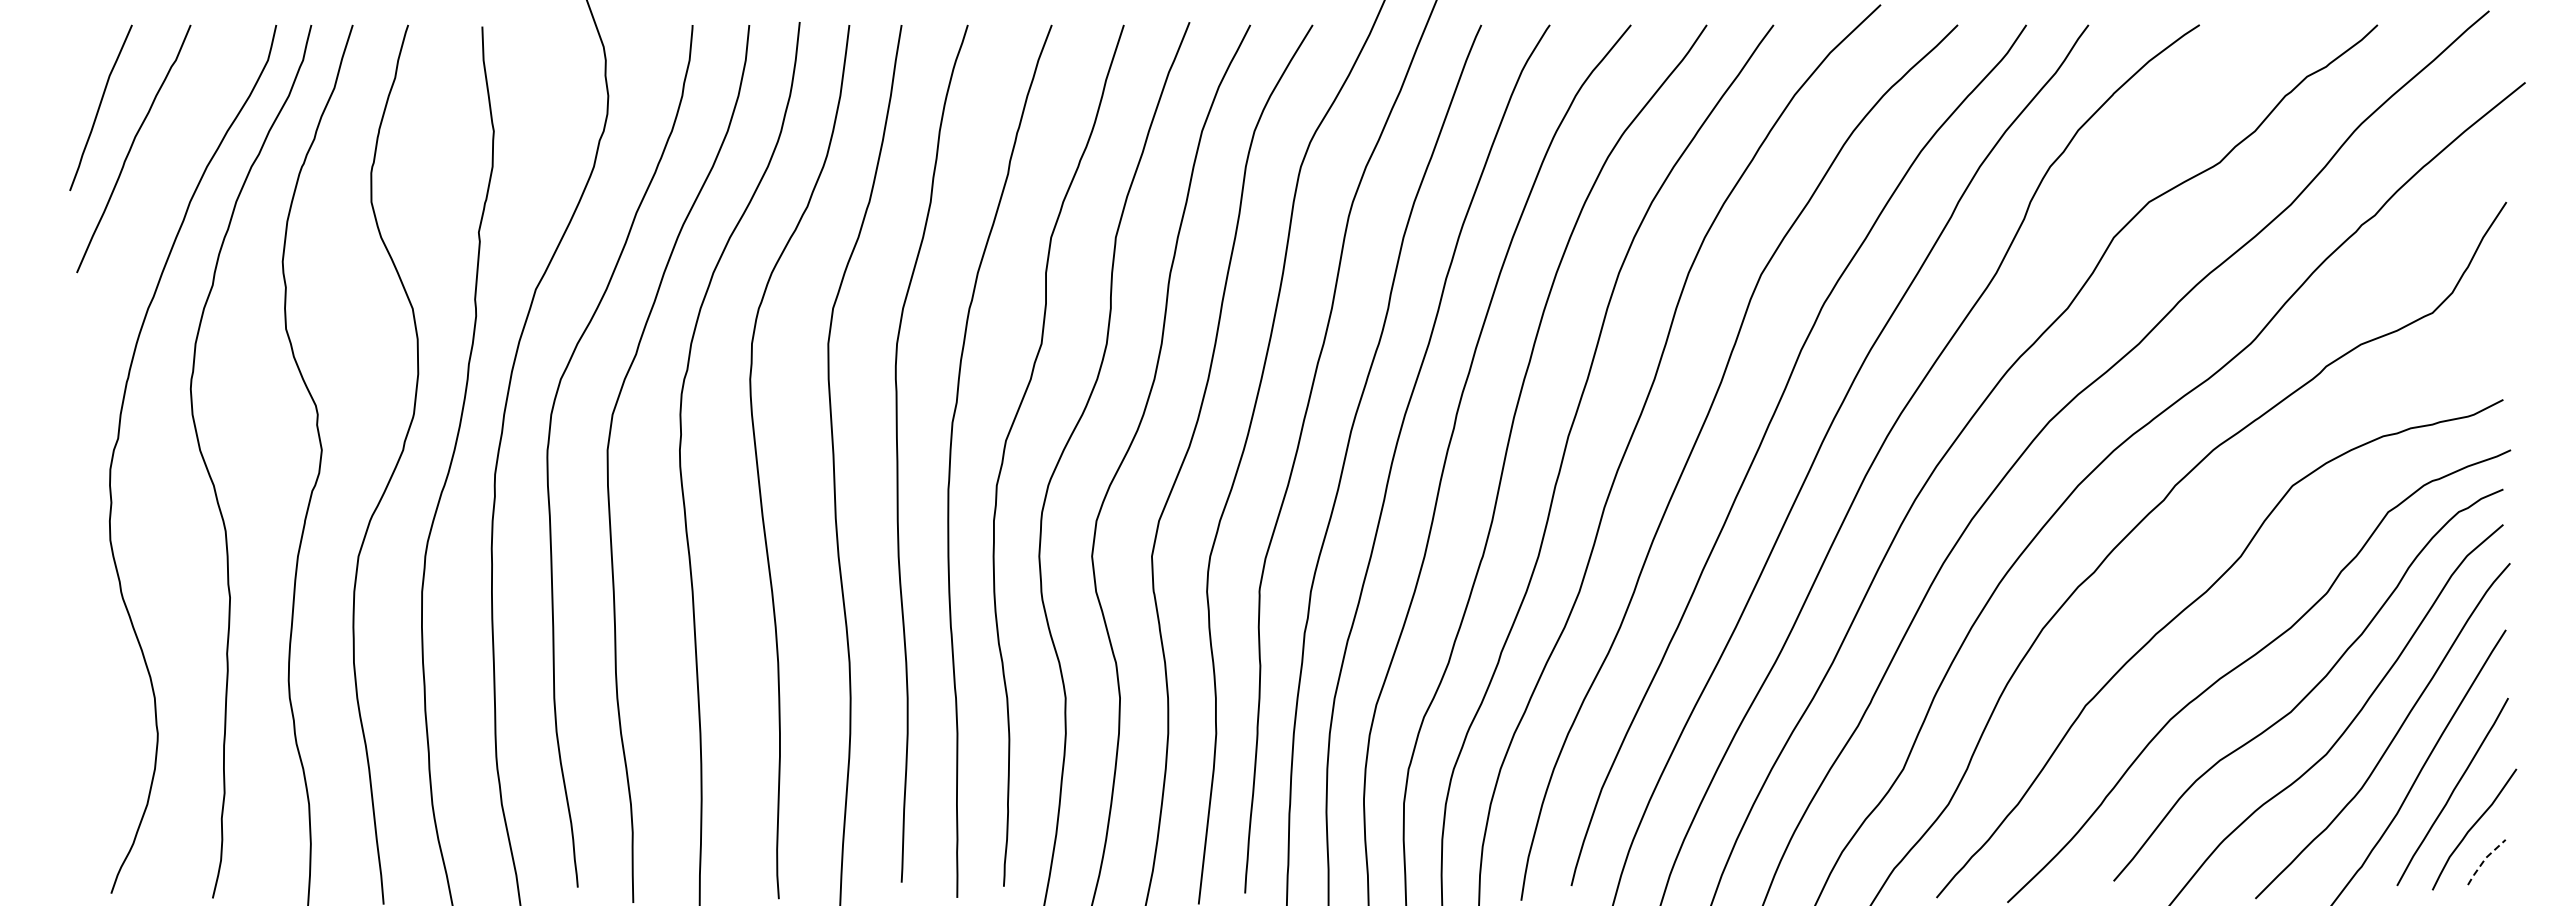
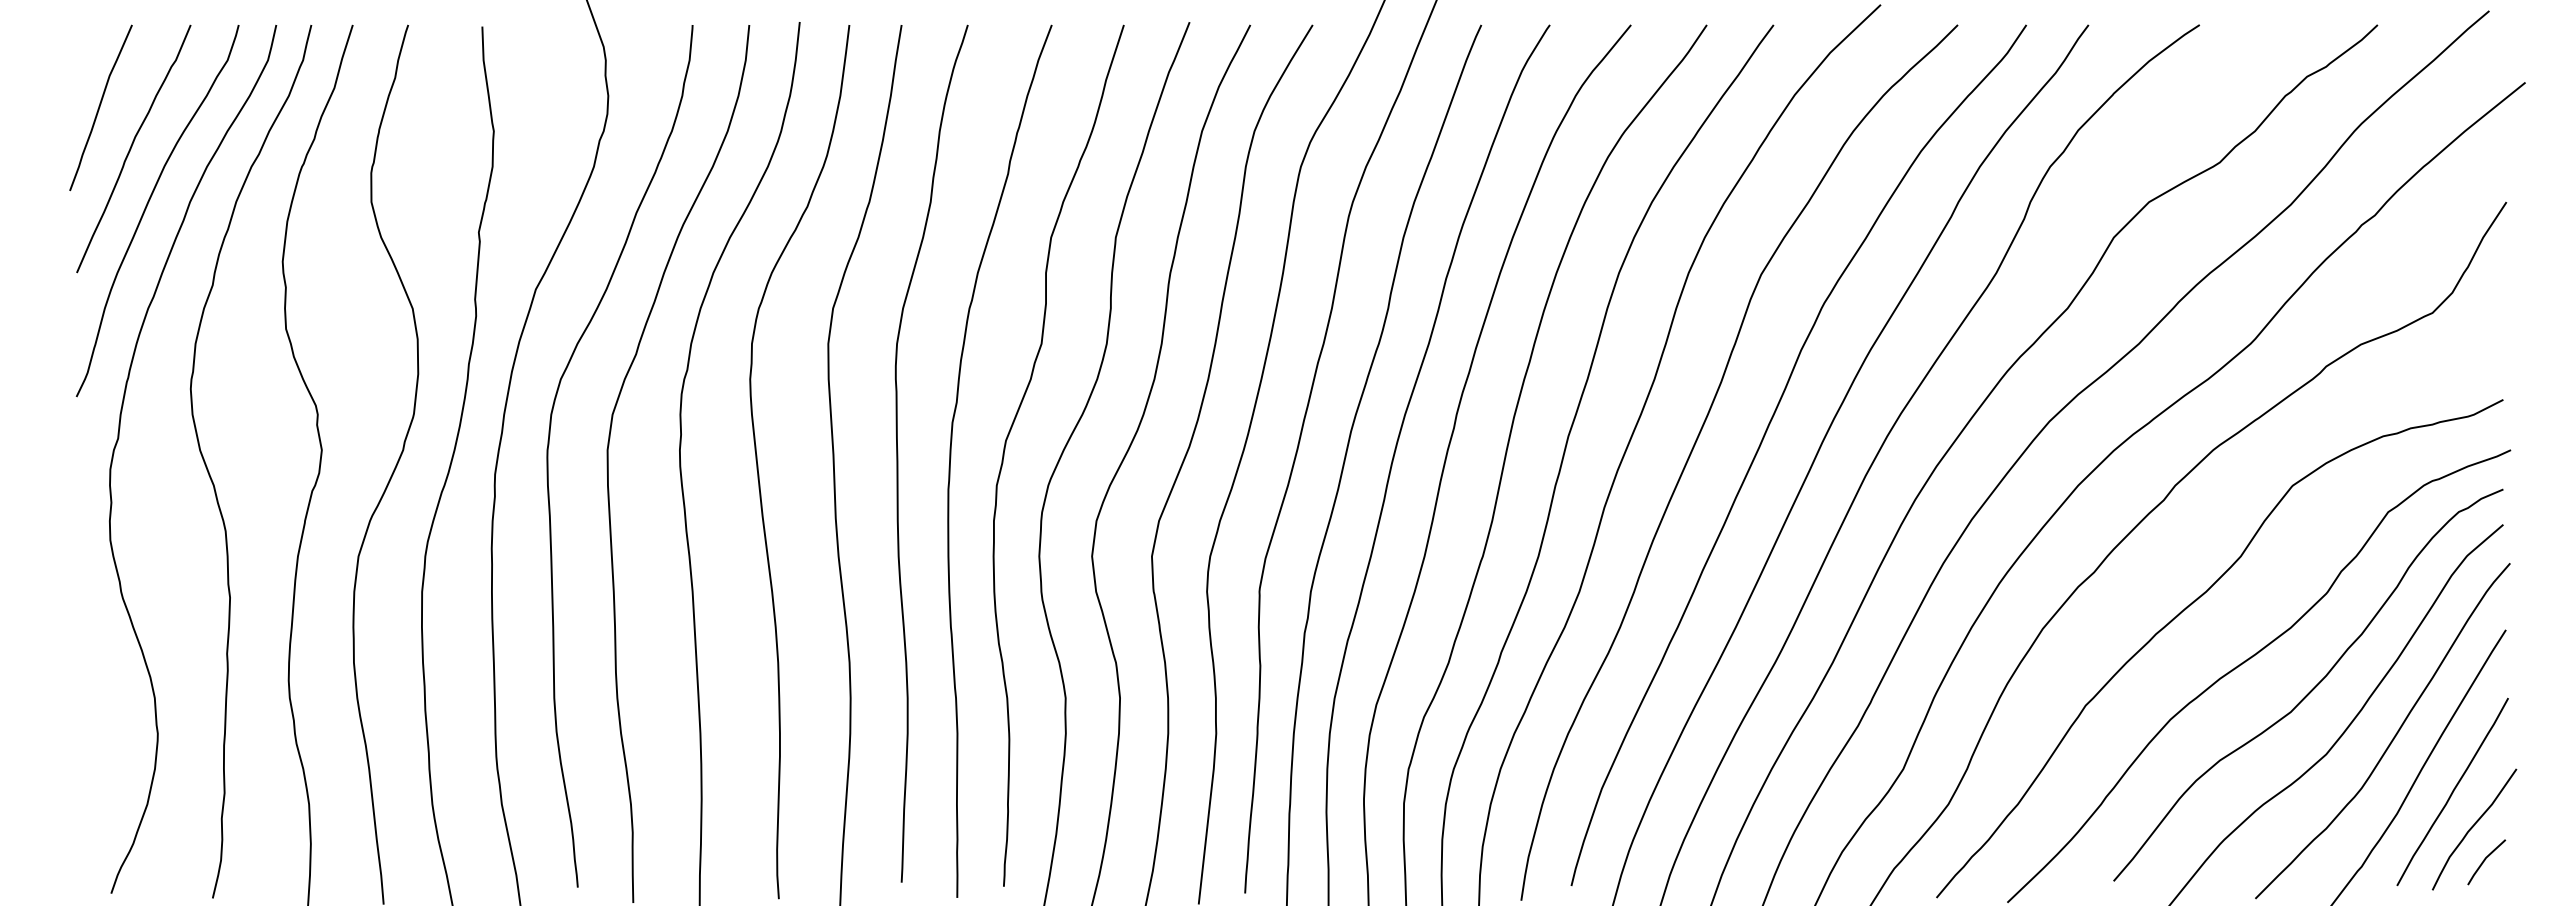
curve at (147, 206): none -> present
line at (2484, 860): dashed -> solid
